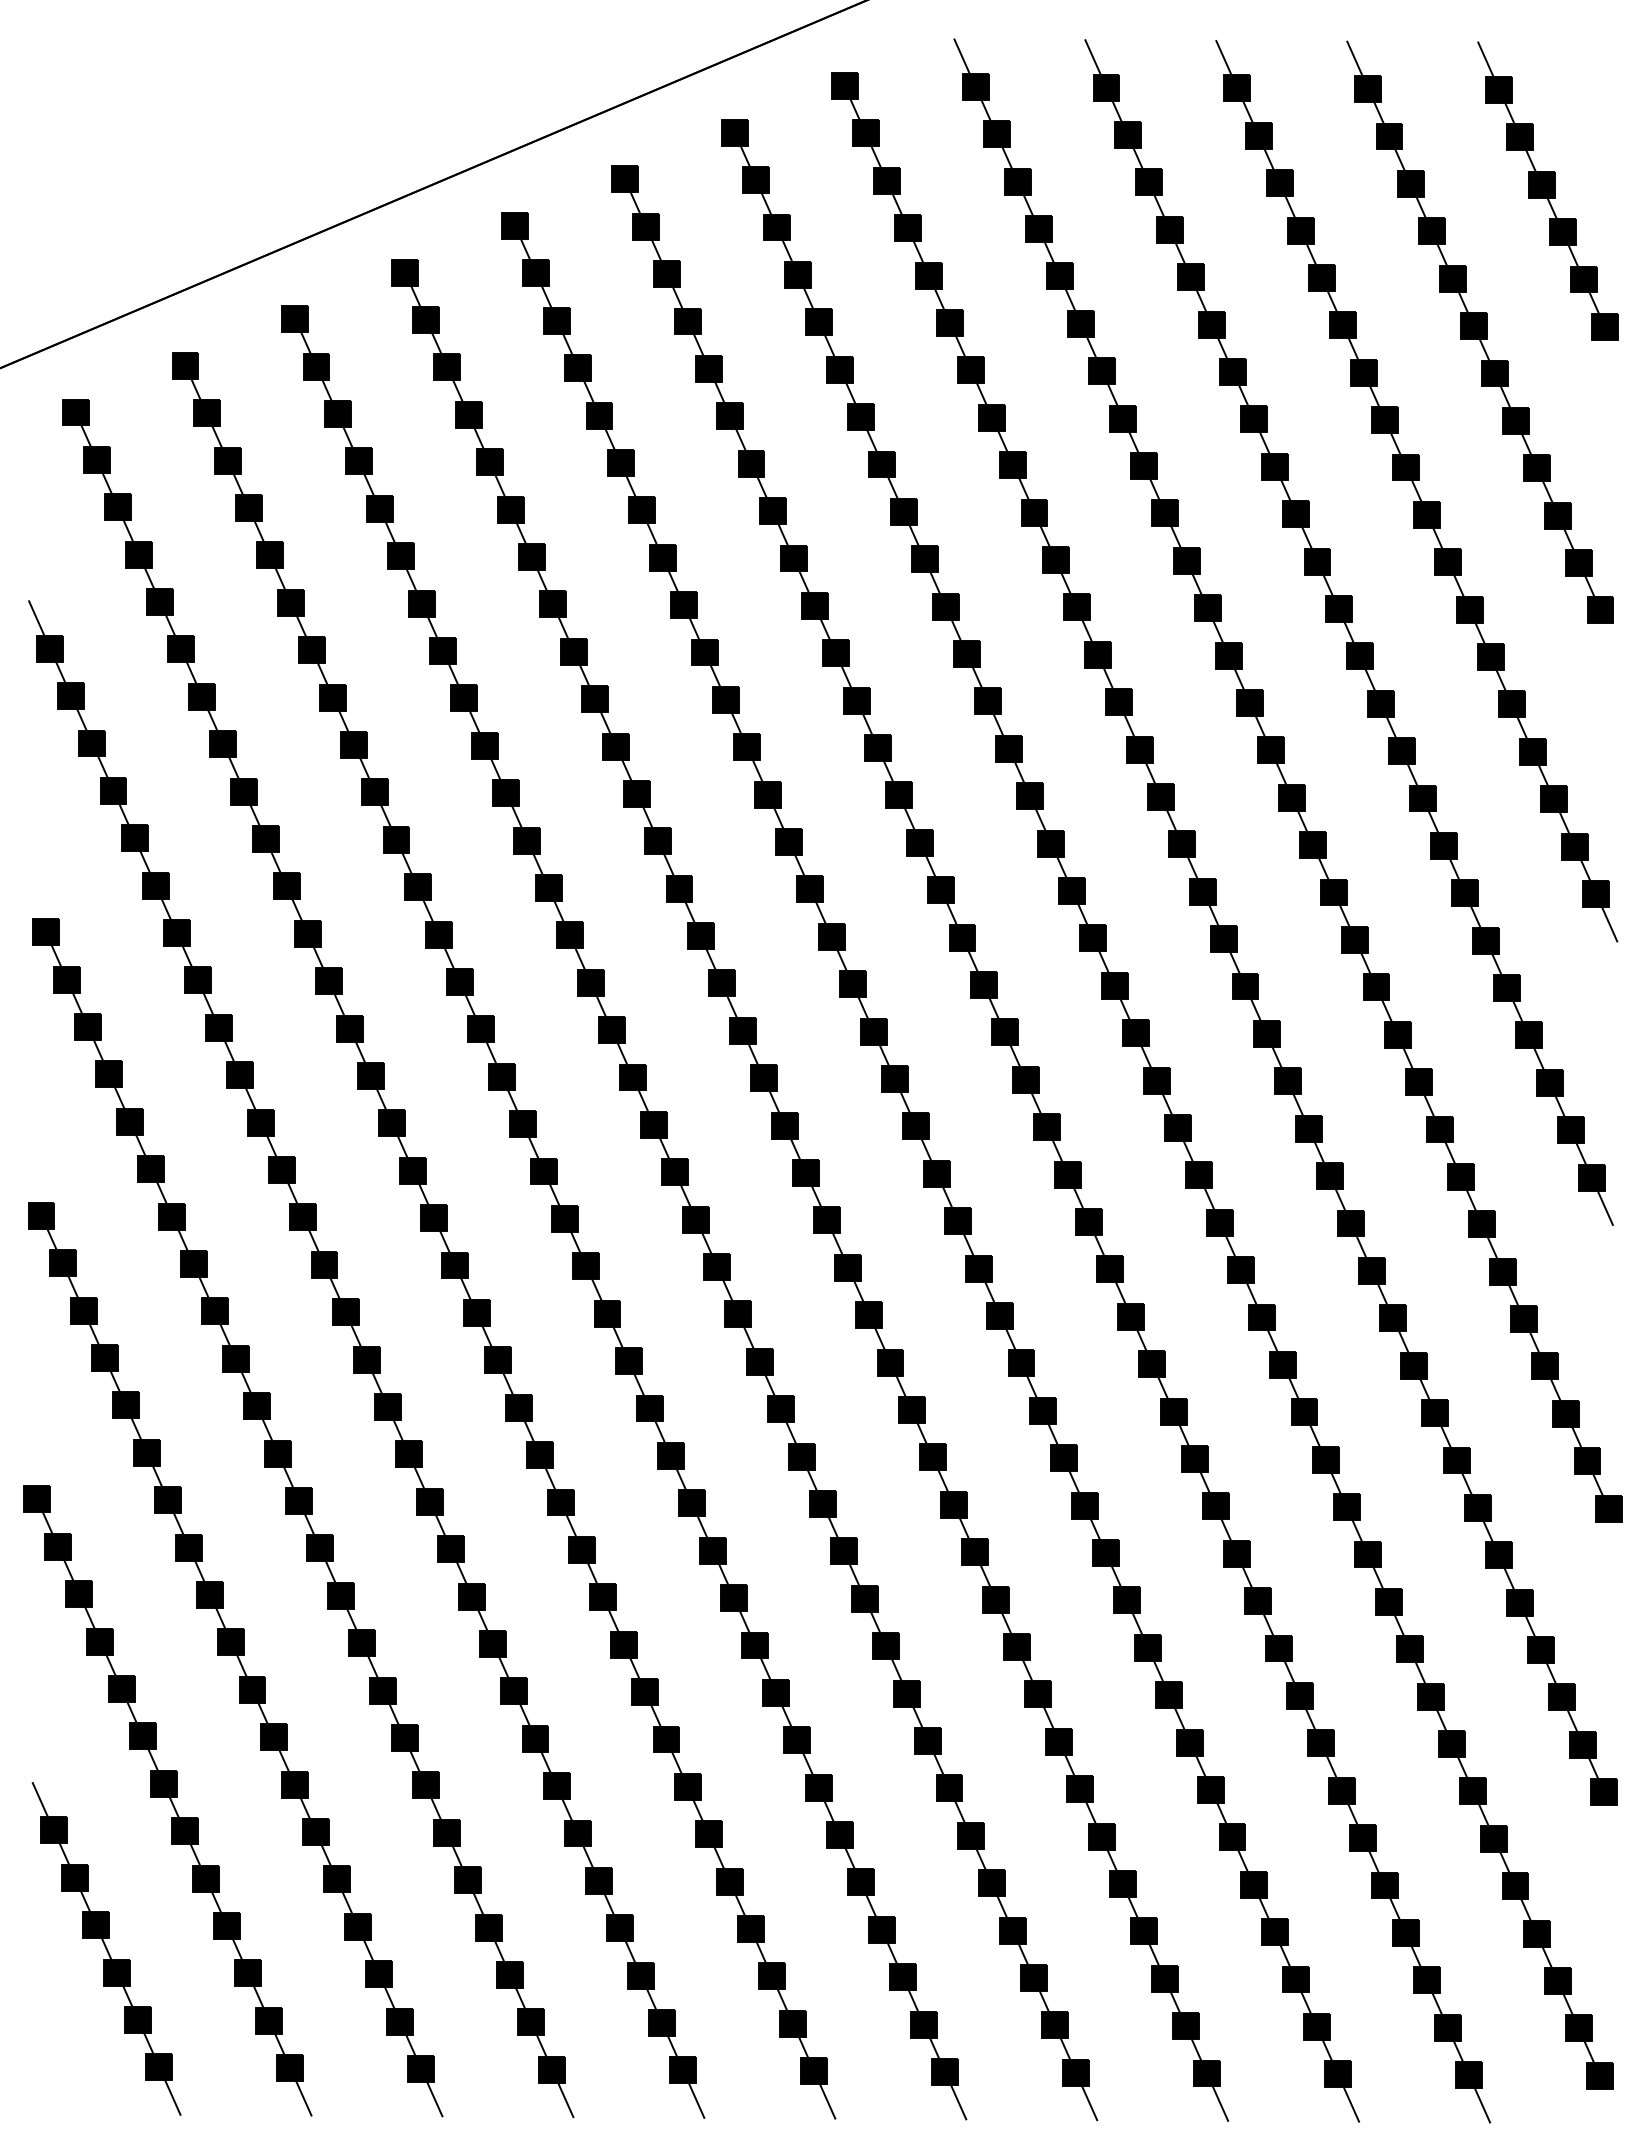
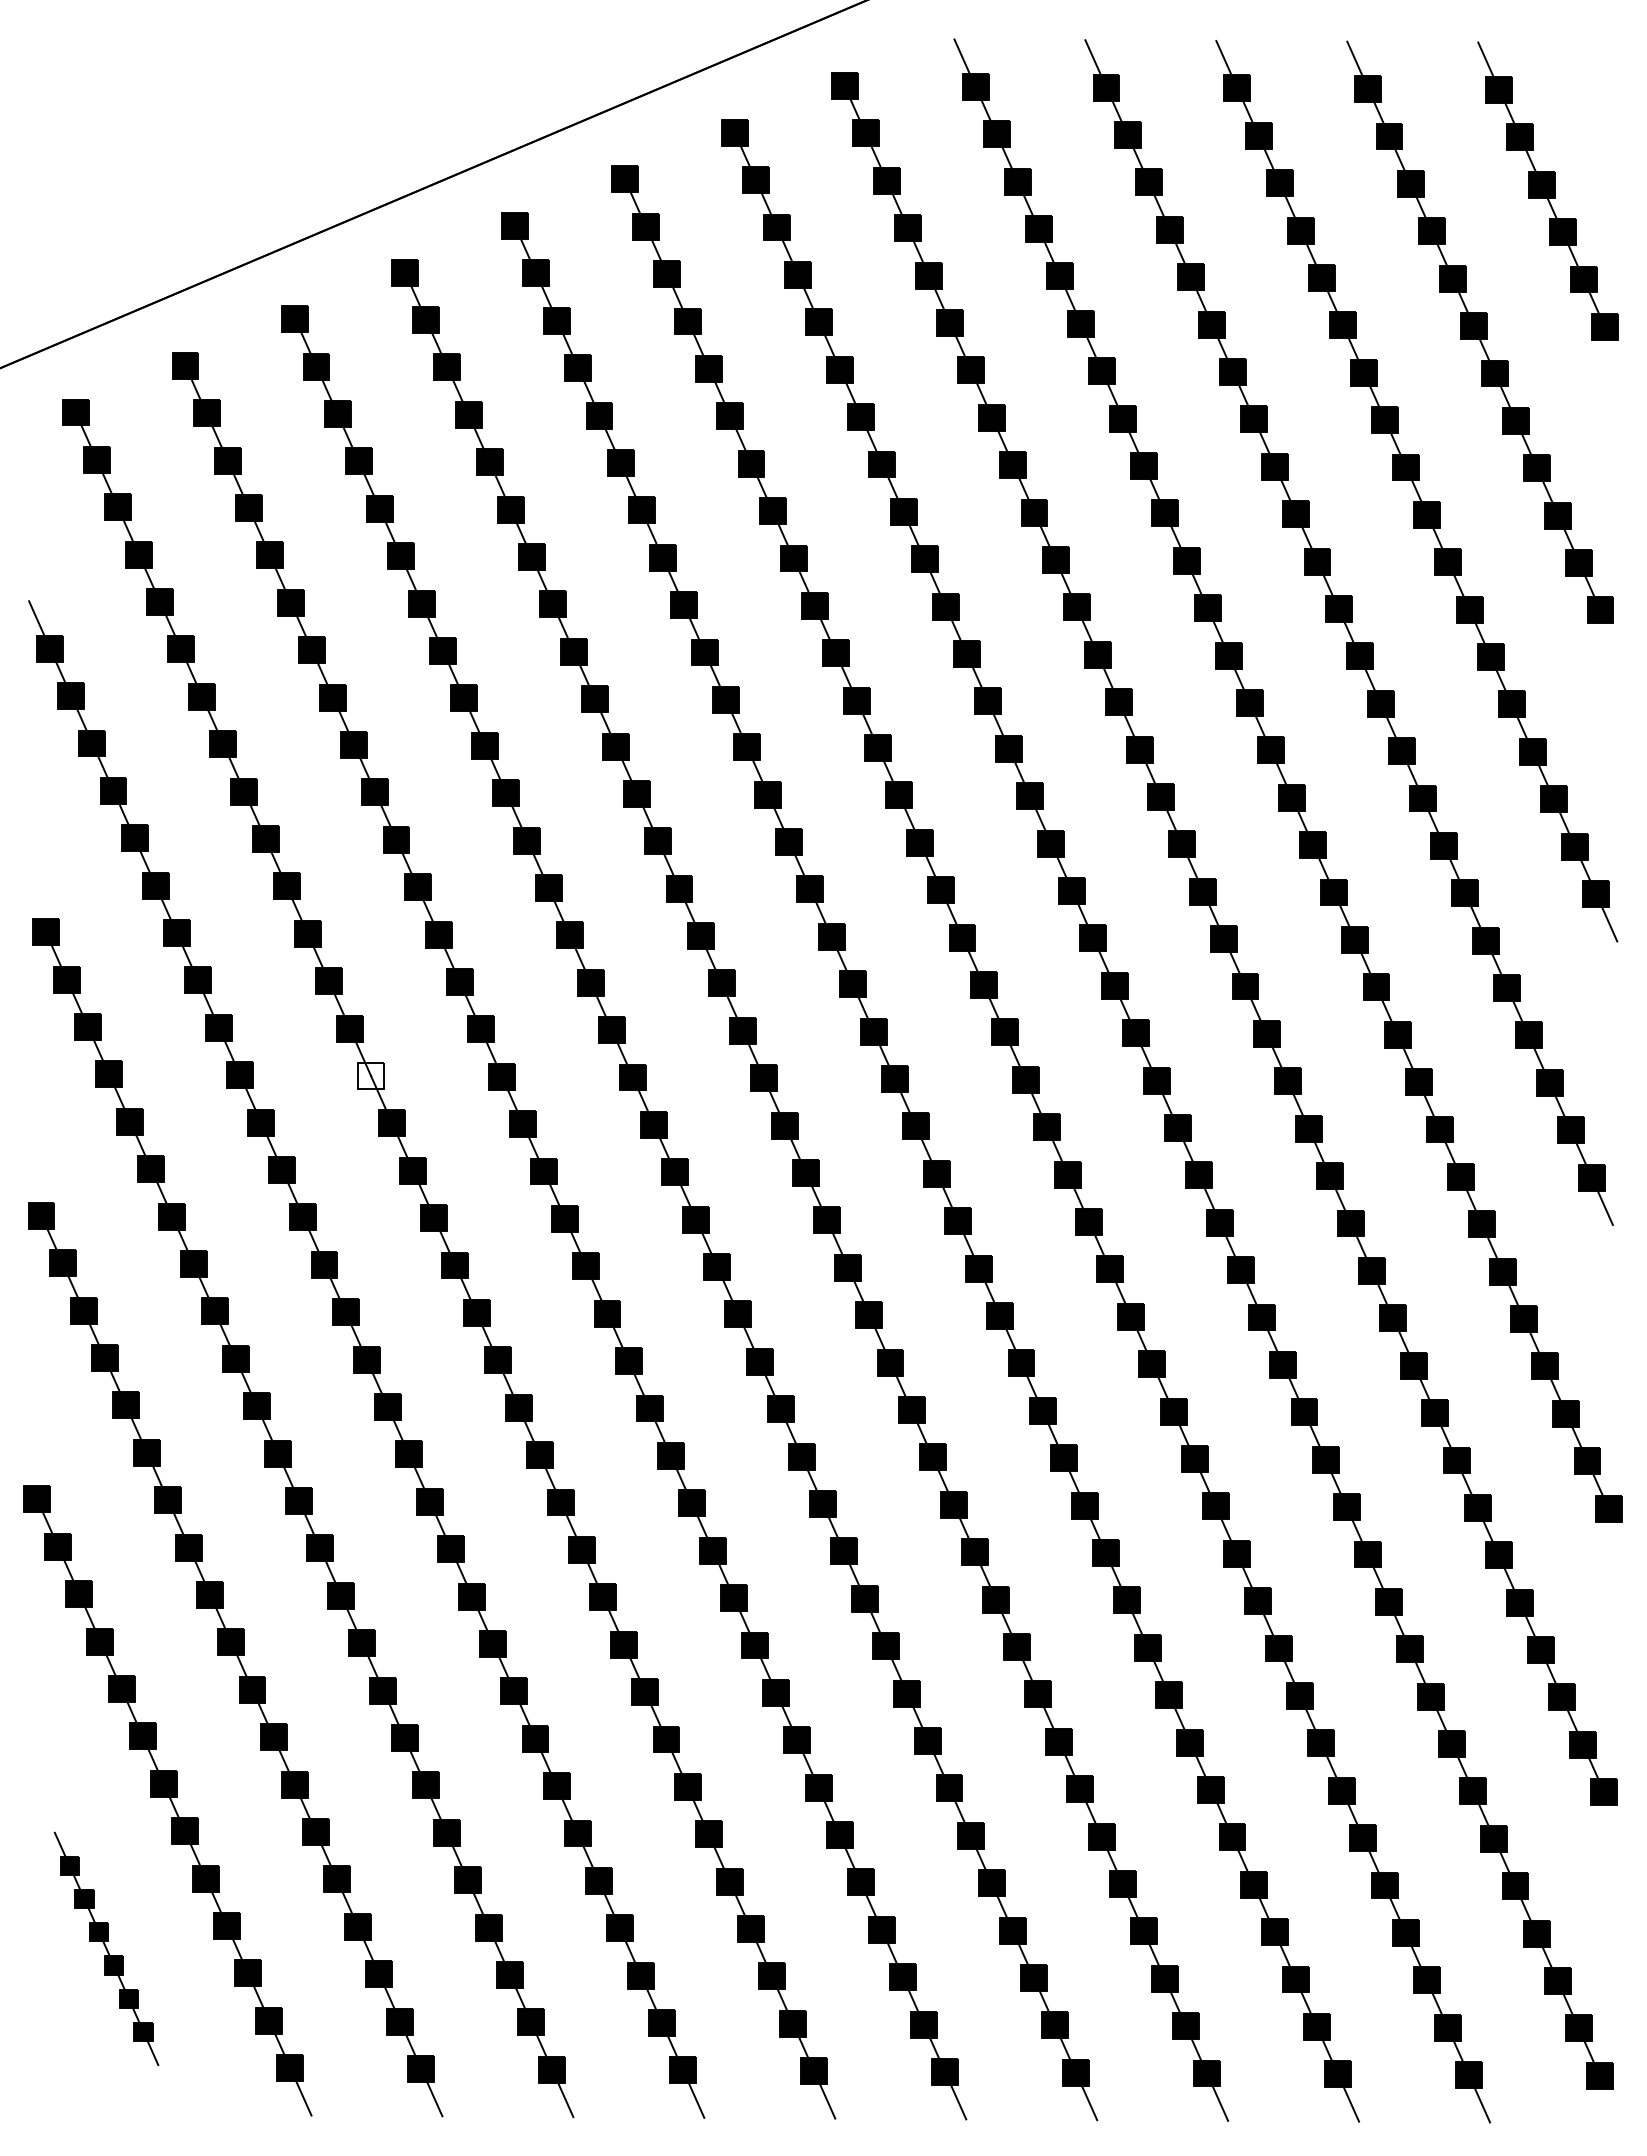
fill at (371, 1075): present -> none
part at (106, 1948) size: 151x334 px -> 107x235 px
